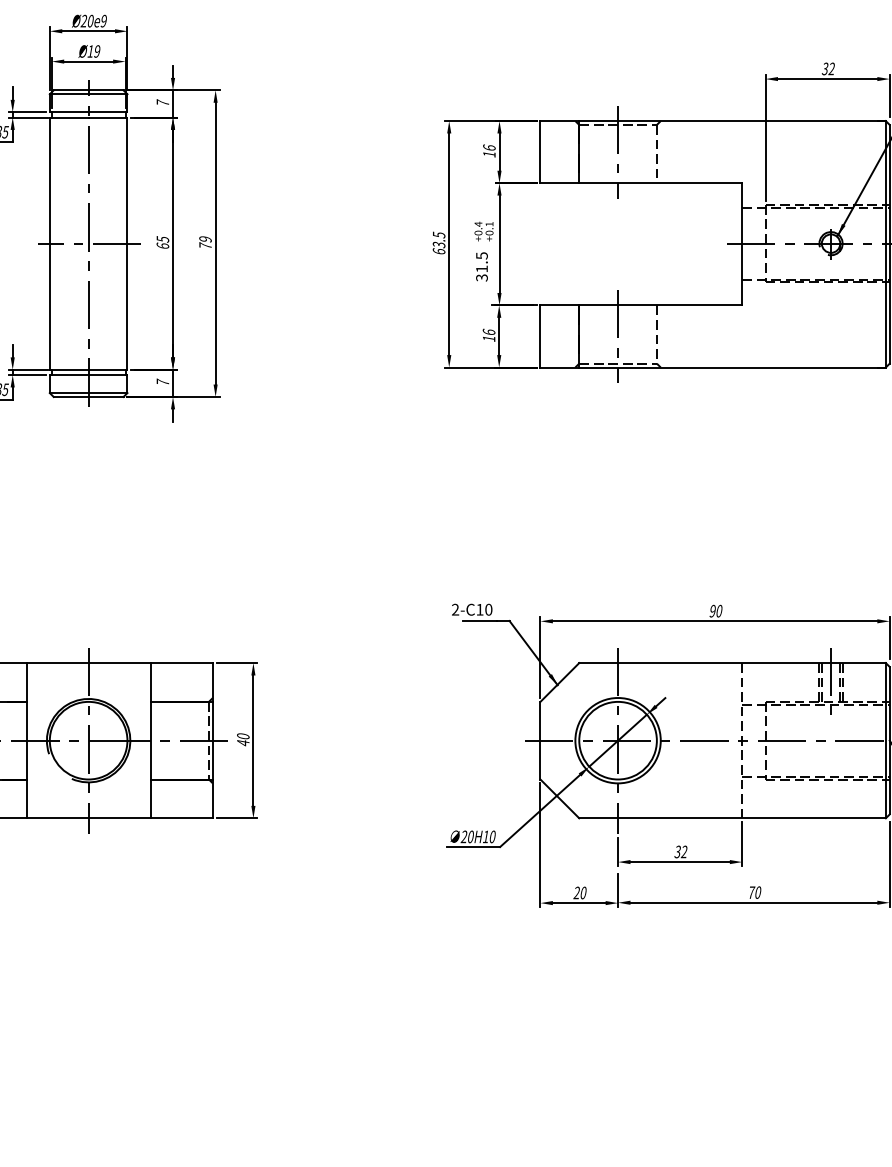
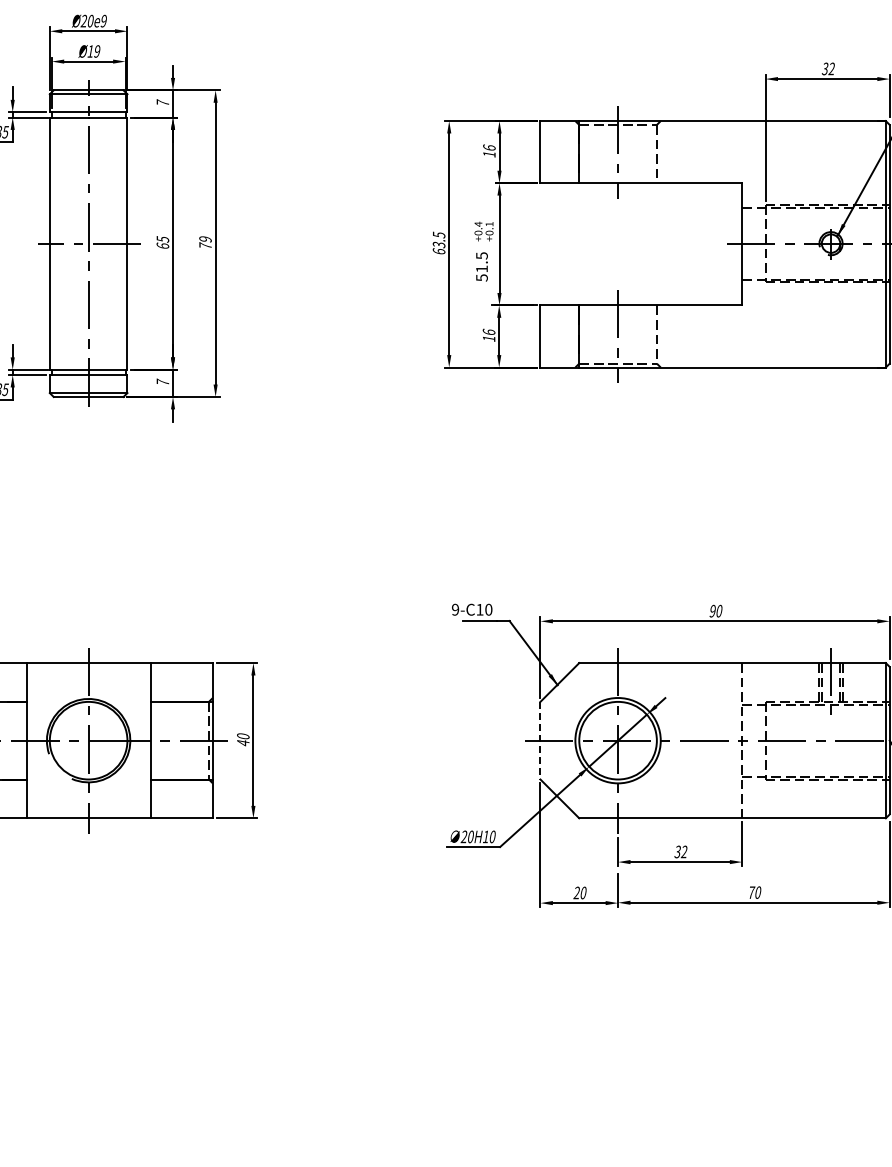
text at (481, 277): 31.5 -> 51.5
text at (455, 609): 2-C10 -> 9-C10
line at (540, 740): solid -> dashed
